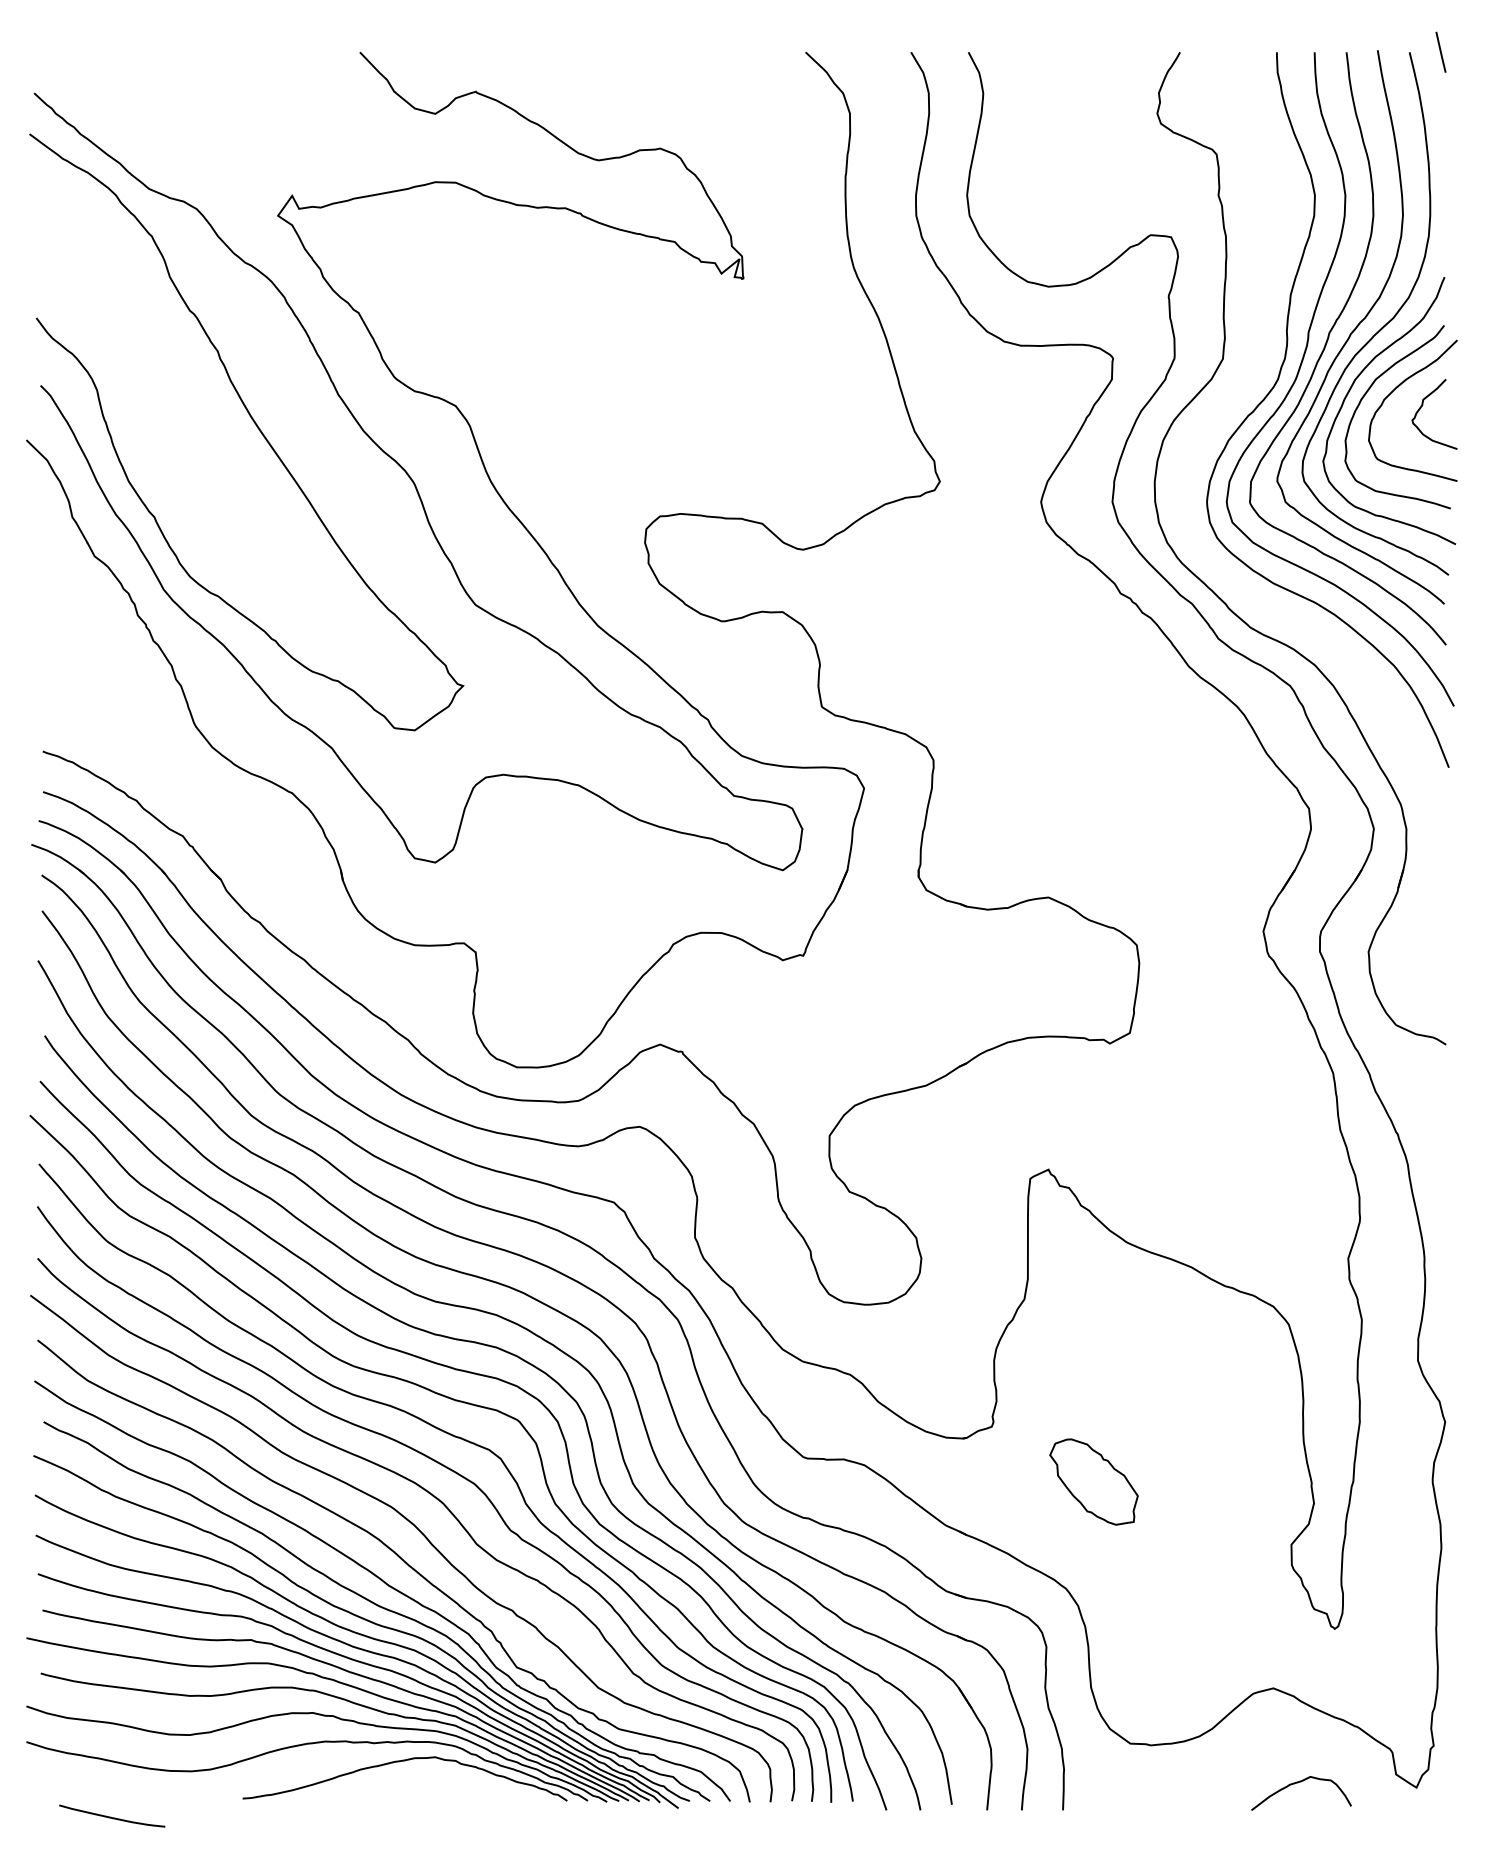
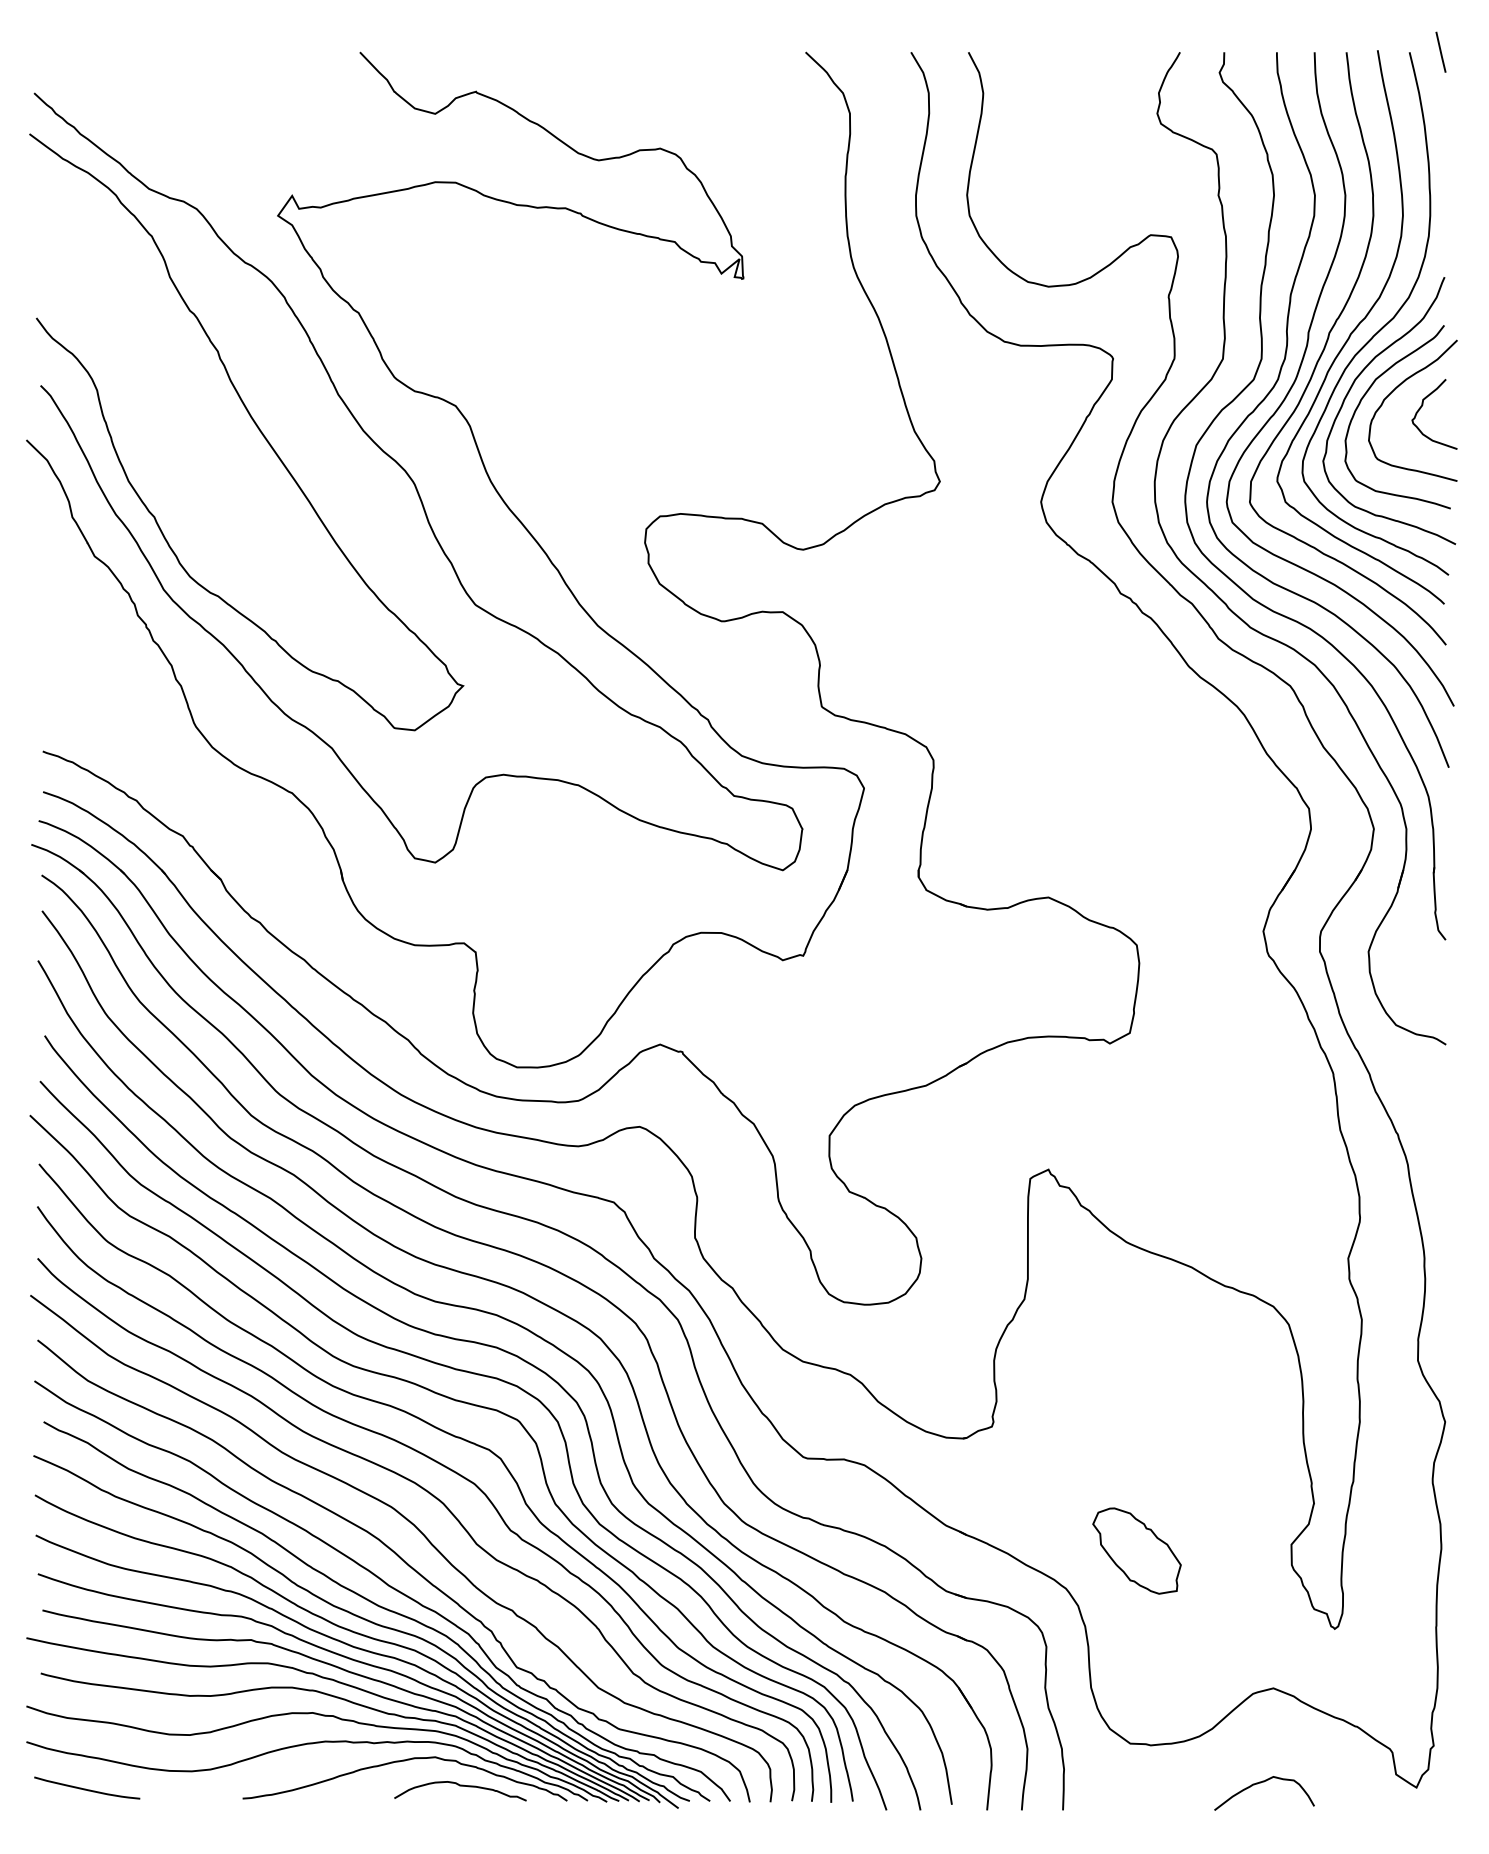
part at (1241, 587): none -> present
part at (1093, 1481) position: (1093, 1481) -> (1136, 1550)
curve at (1298, 1783) position: (1298, 1783) -> (1261, 1783)
curve at (460, 1786): none -> present
curve at (112, 1817) position: (112, 1817) -> (87, 1789)
